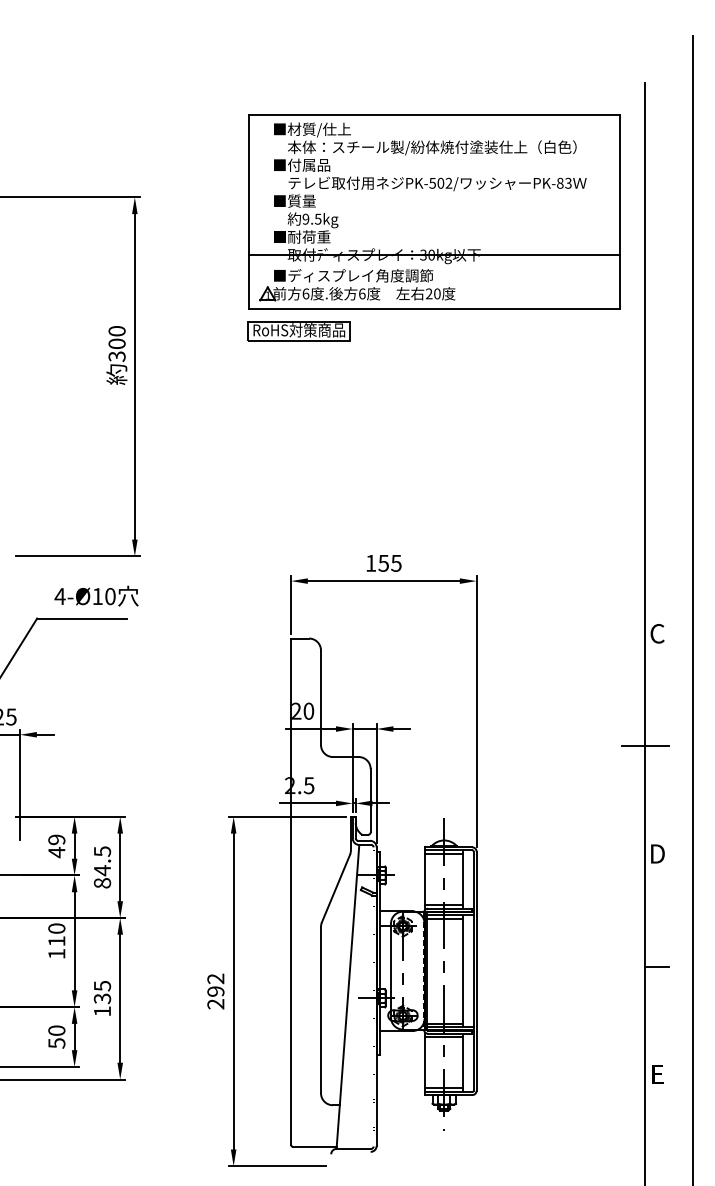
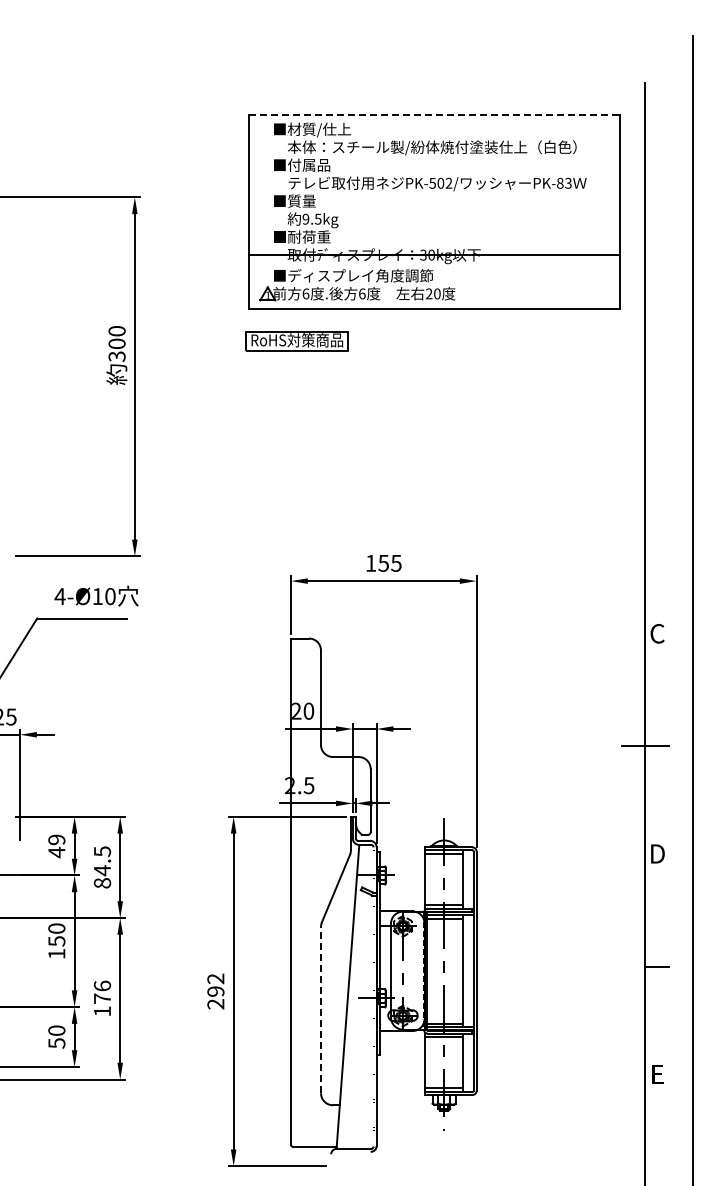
line at (434, 115): solid -> dashed
part at (298, 331) position: (298, 331) -> (296, 341)
text at (56, 941): 110 -> 150
text at (102, 992): 135 -> 176
line at (321, 1009): solid -> dashed
